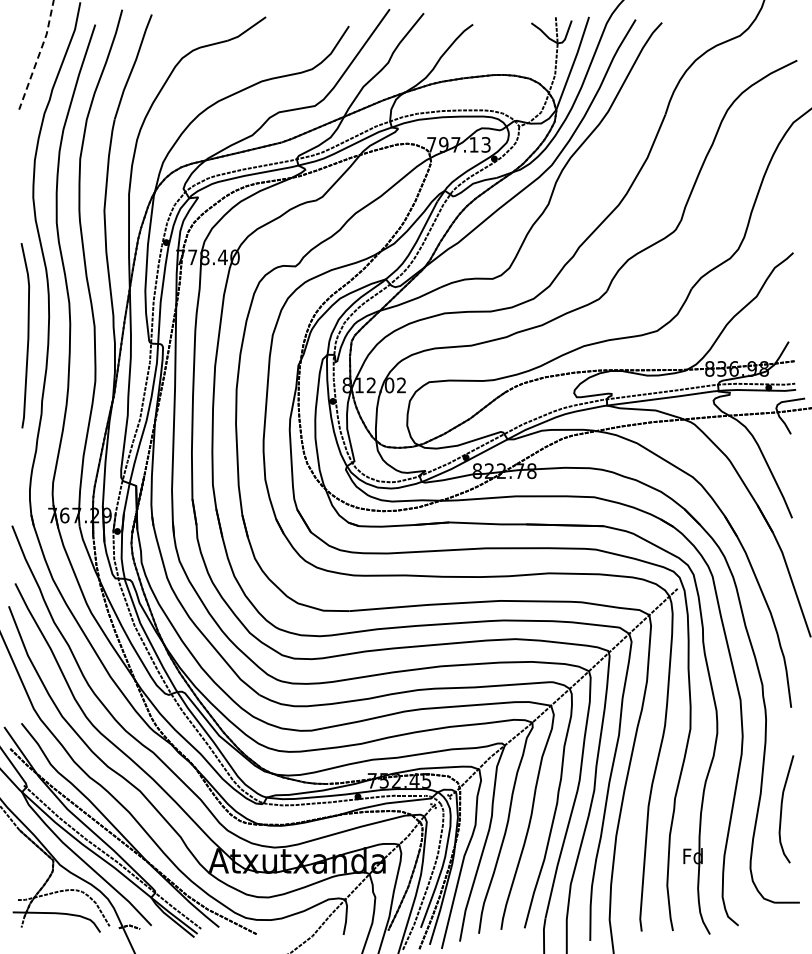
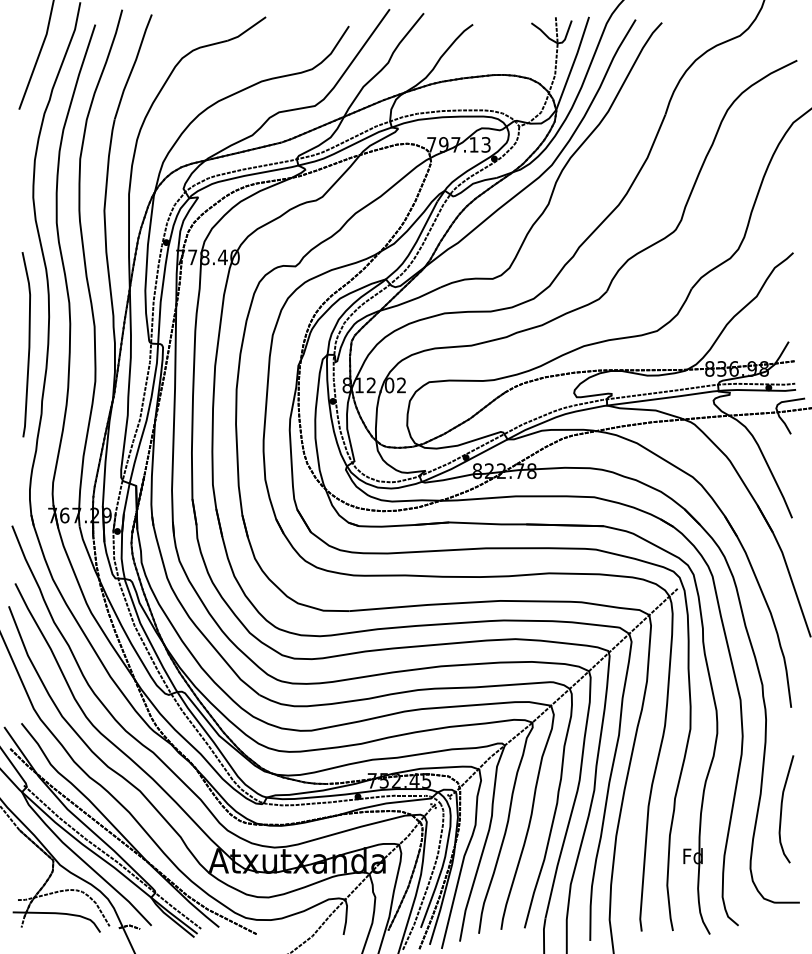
line at (38, 55): dashed -> solid
curve at (27, 335) position: (27, 335) -> (28, 344)
